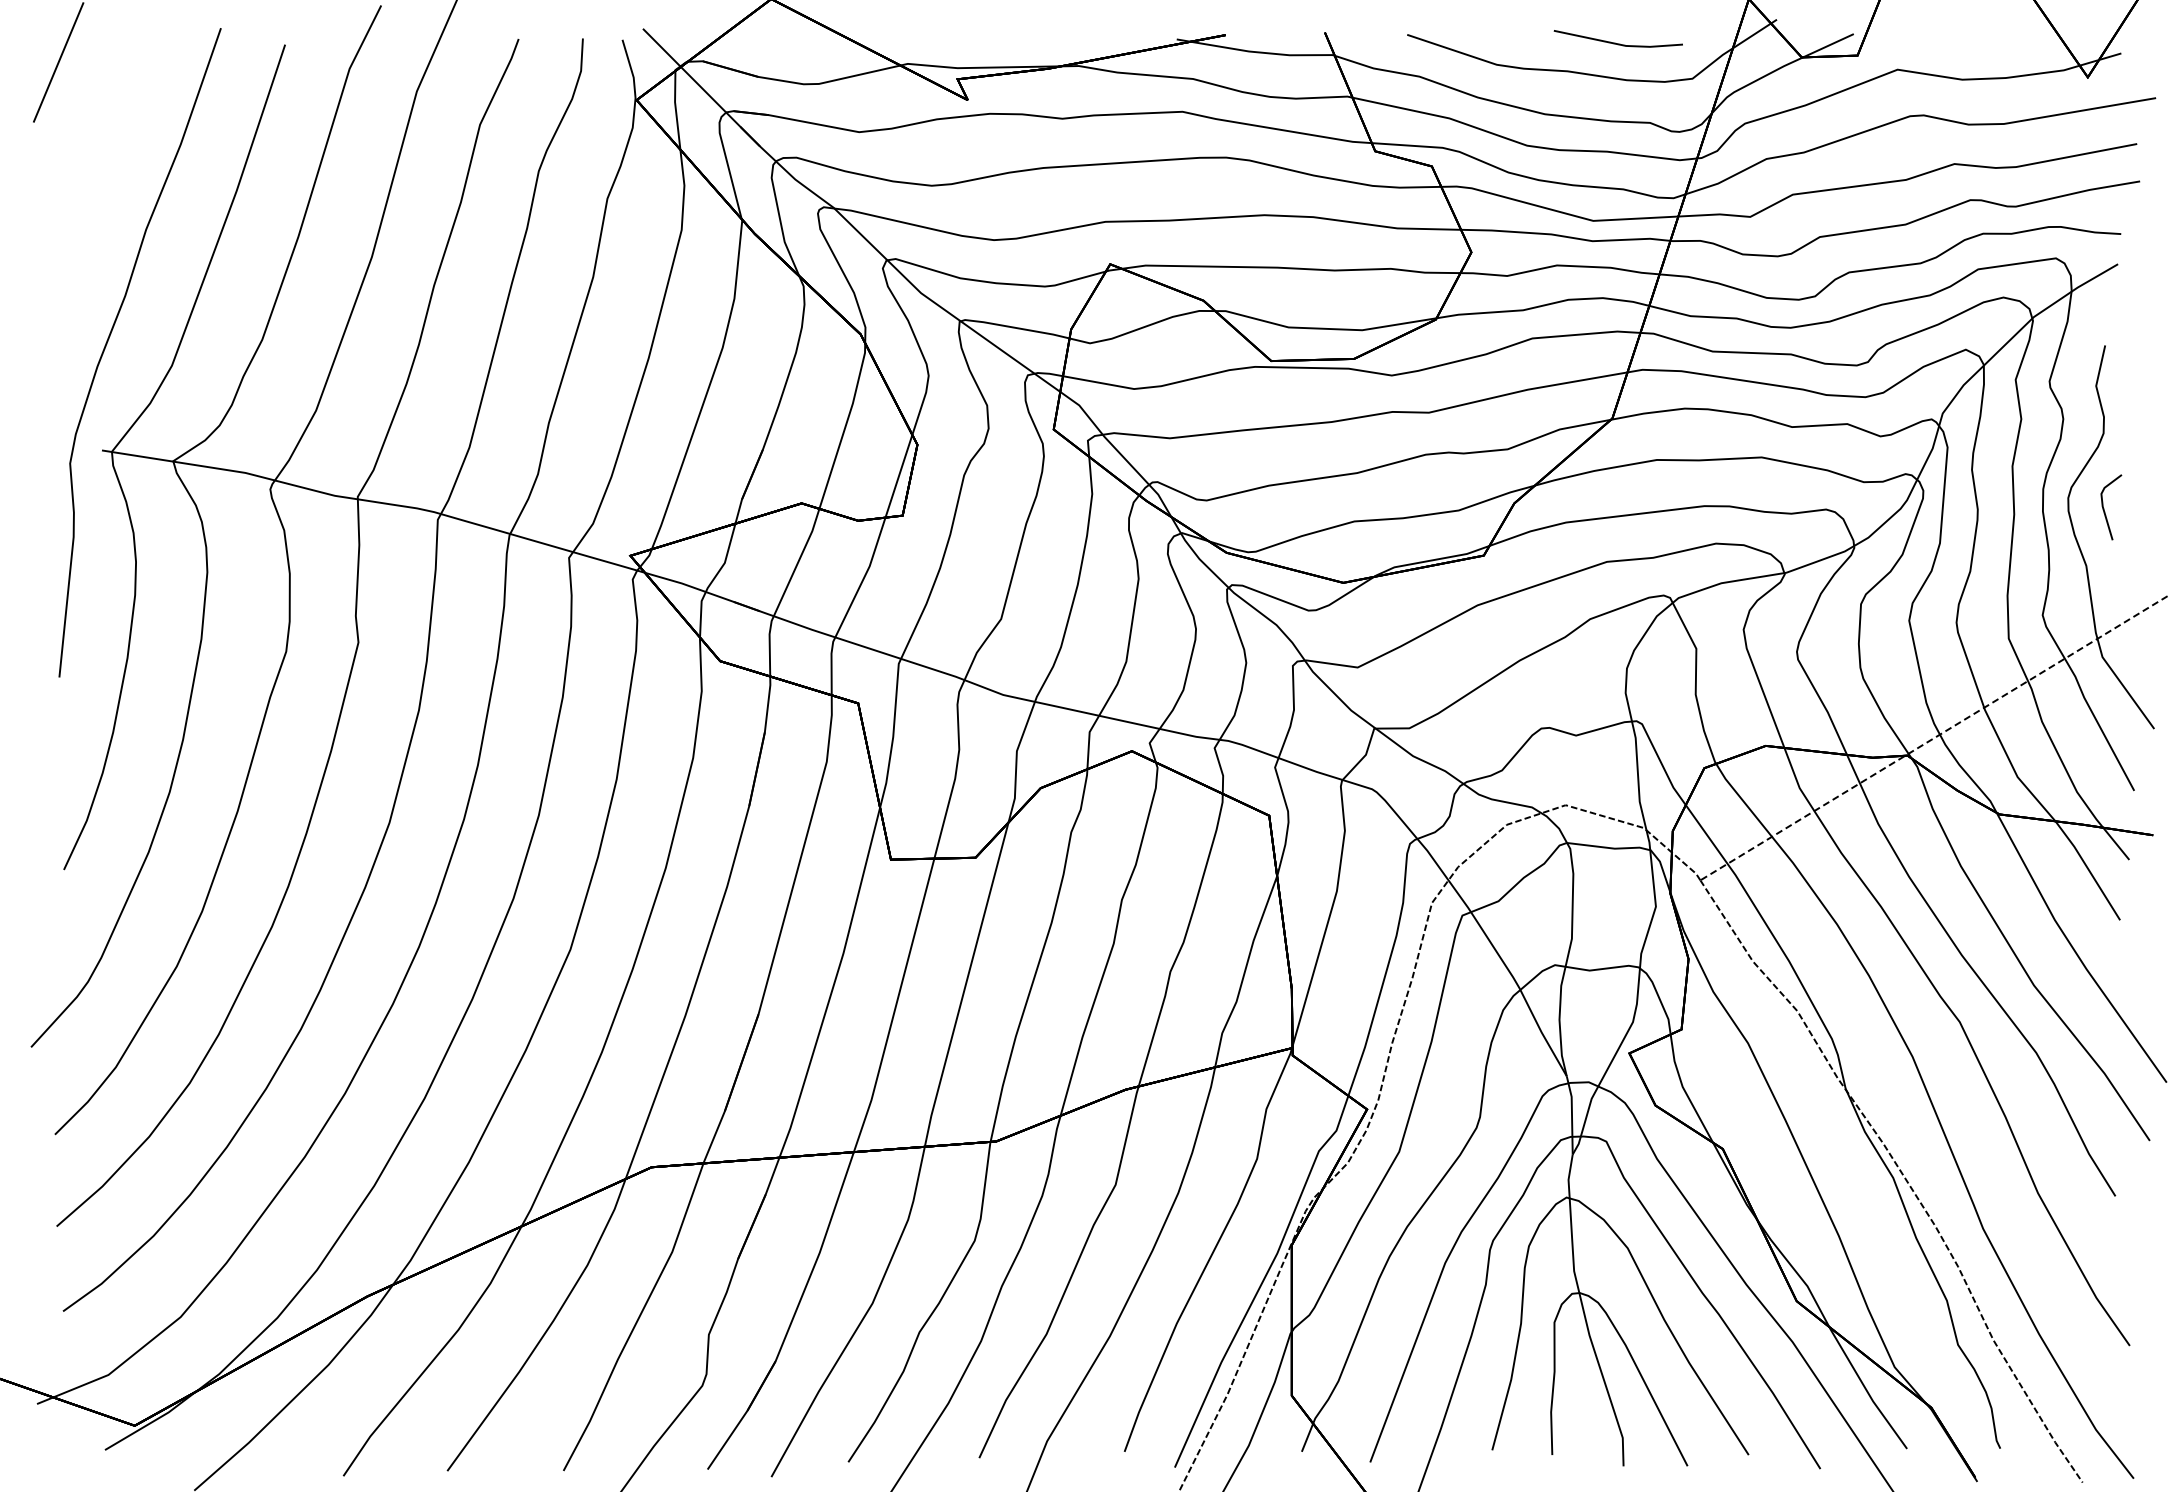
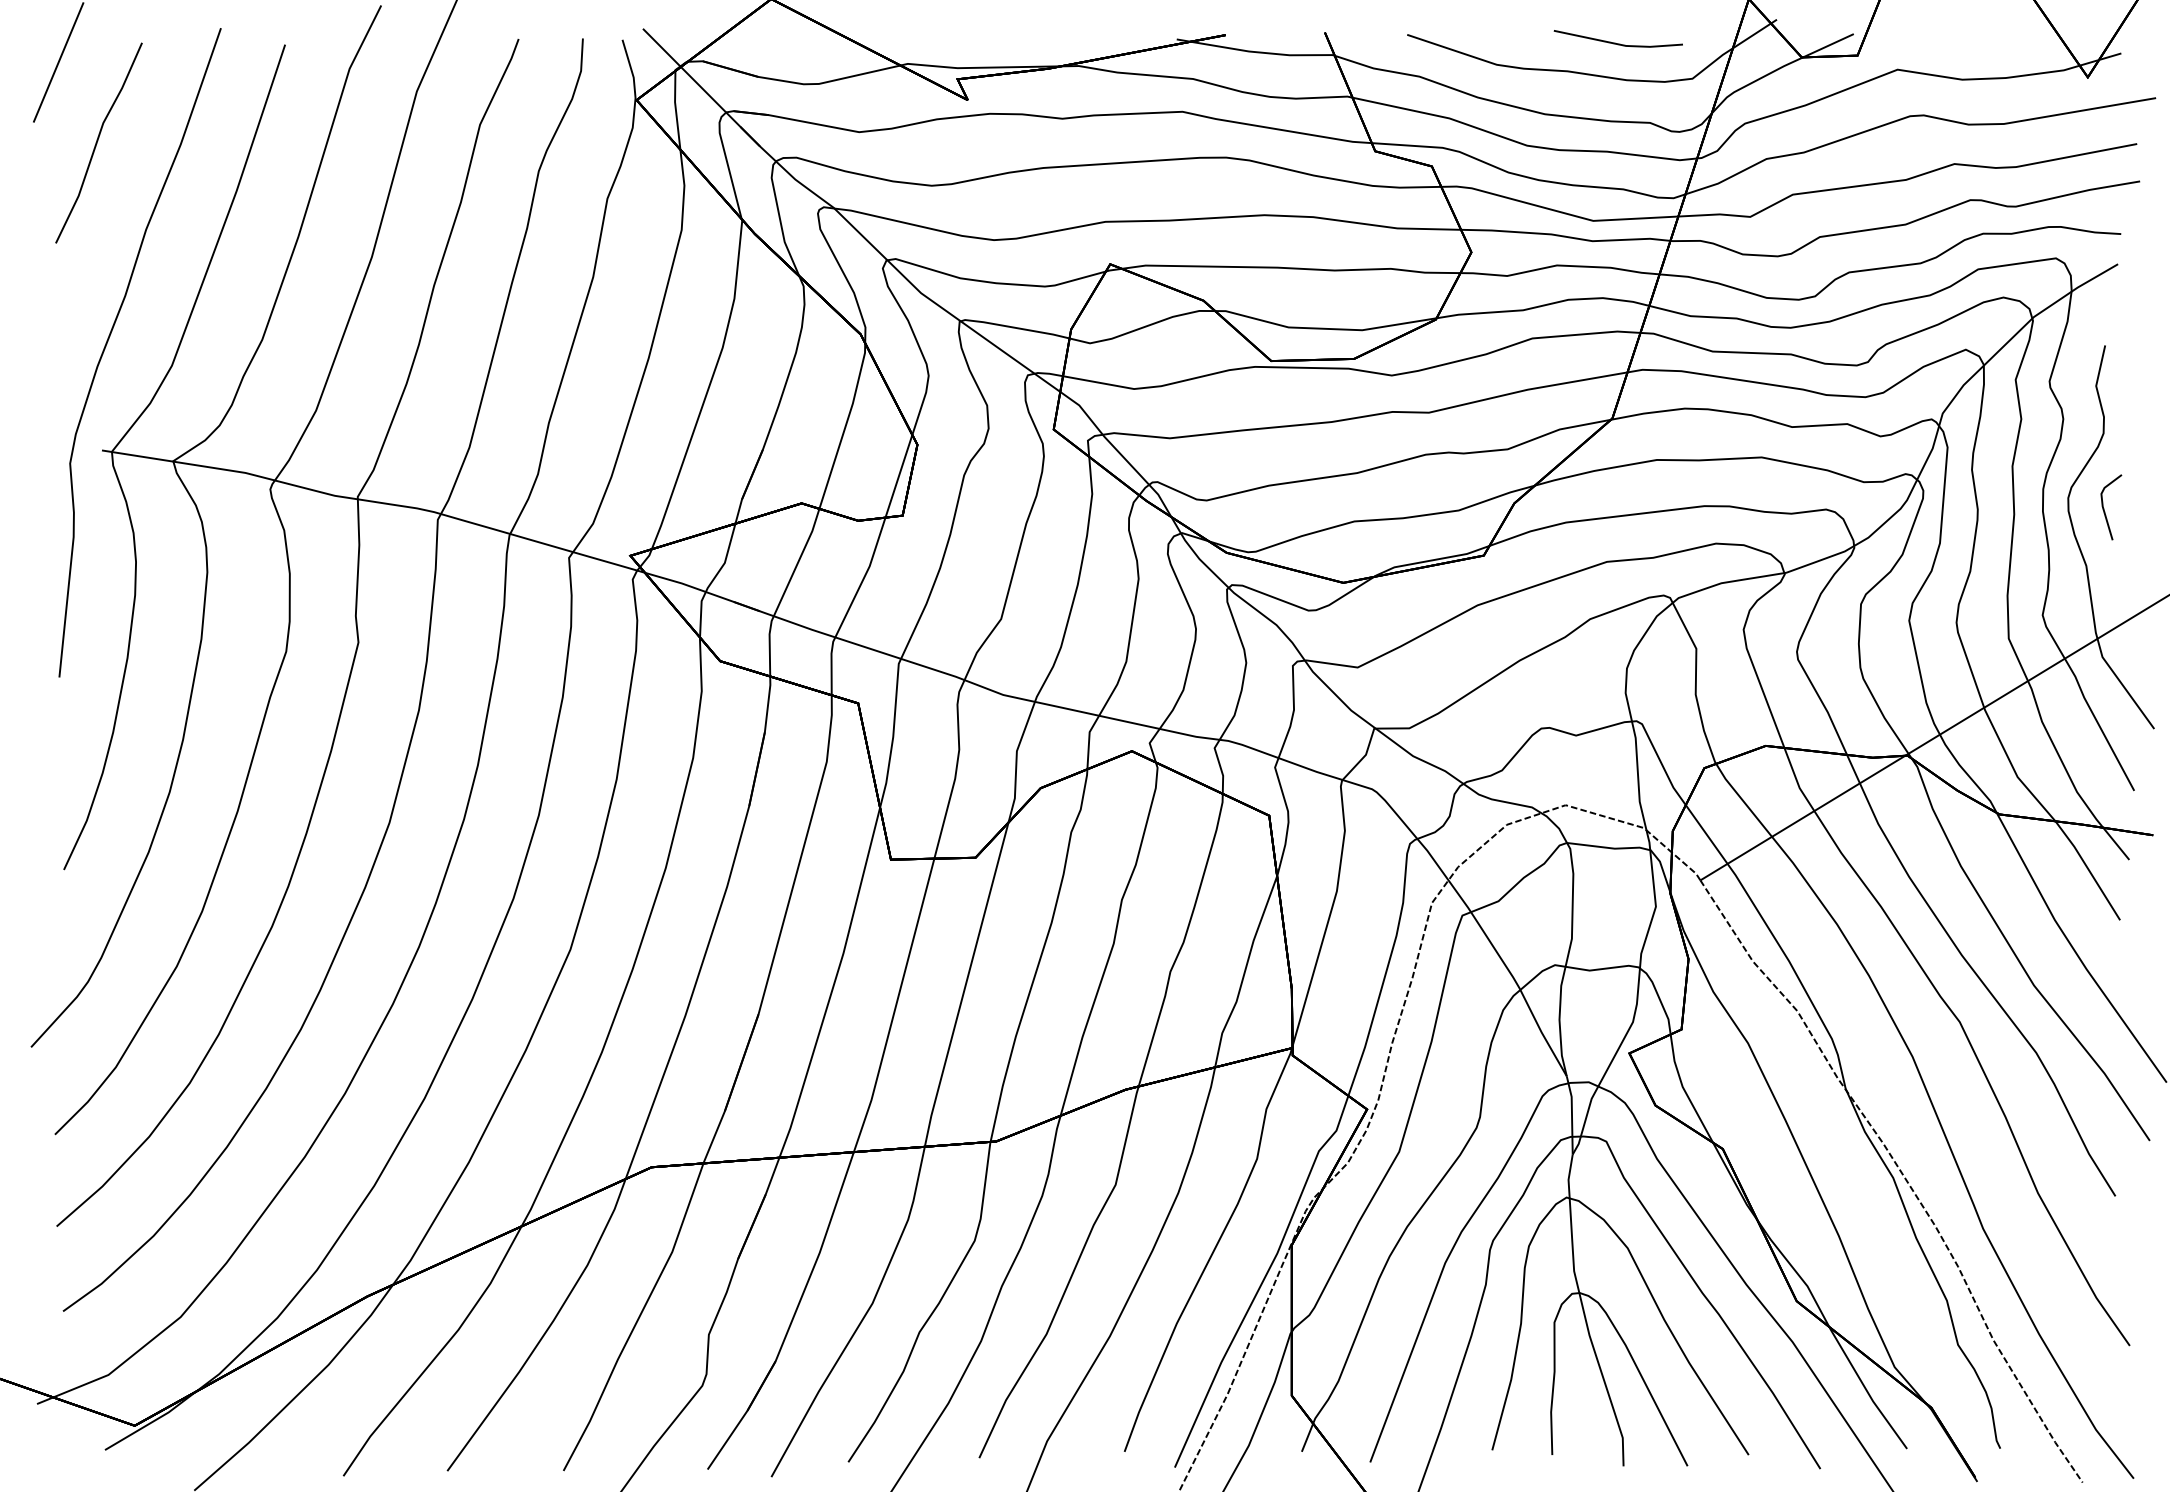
part at (98, 142): none -> present
line at (1935, 737): dashed -> solid
